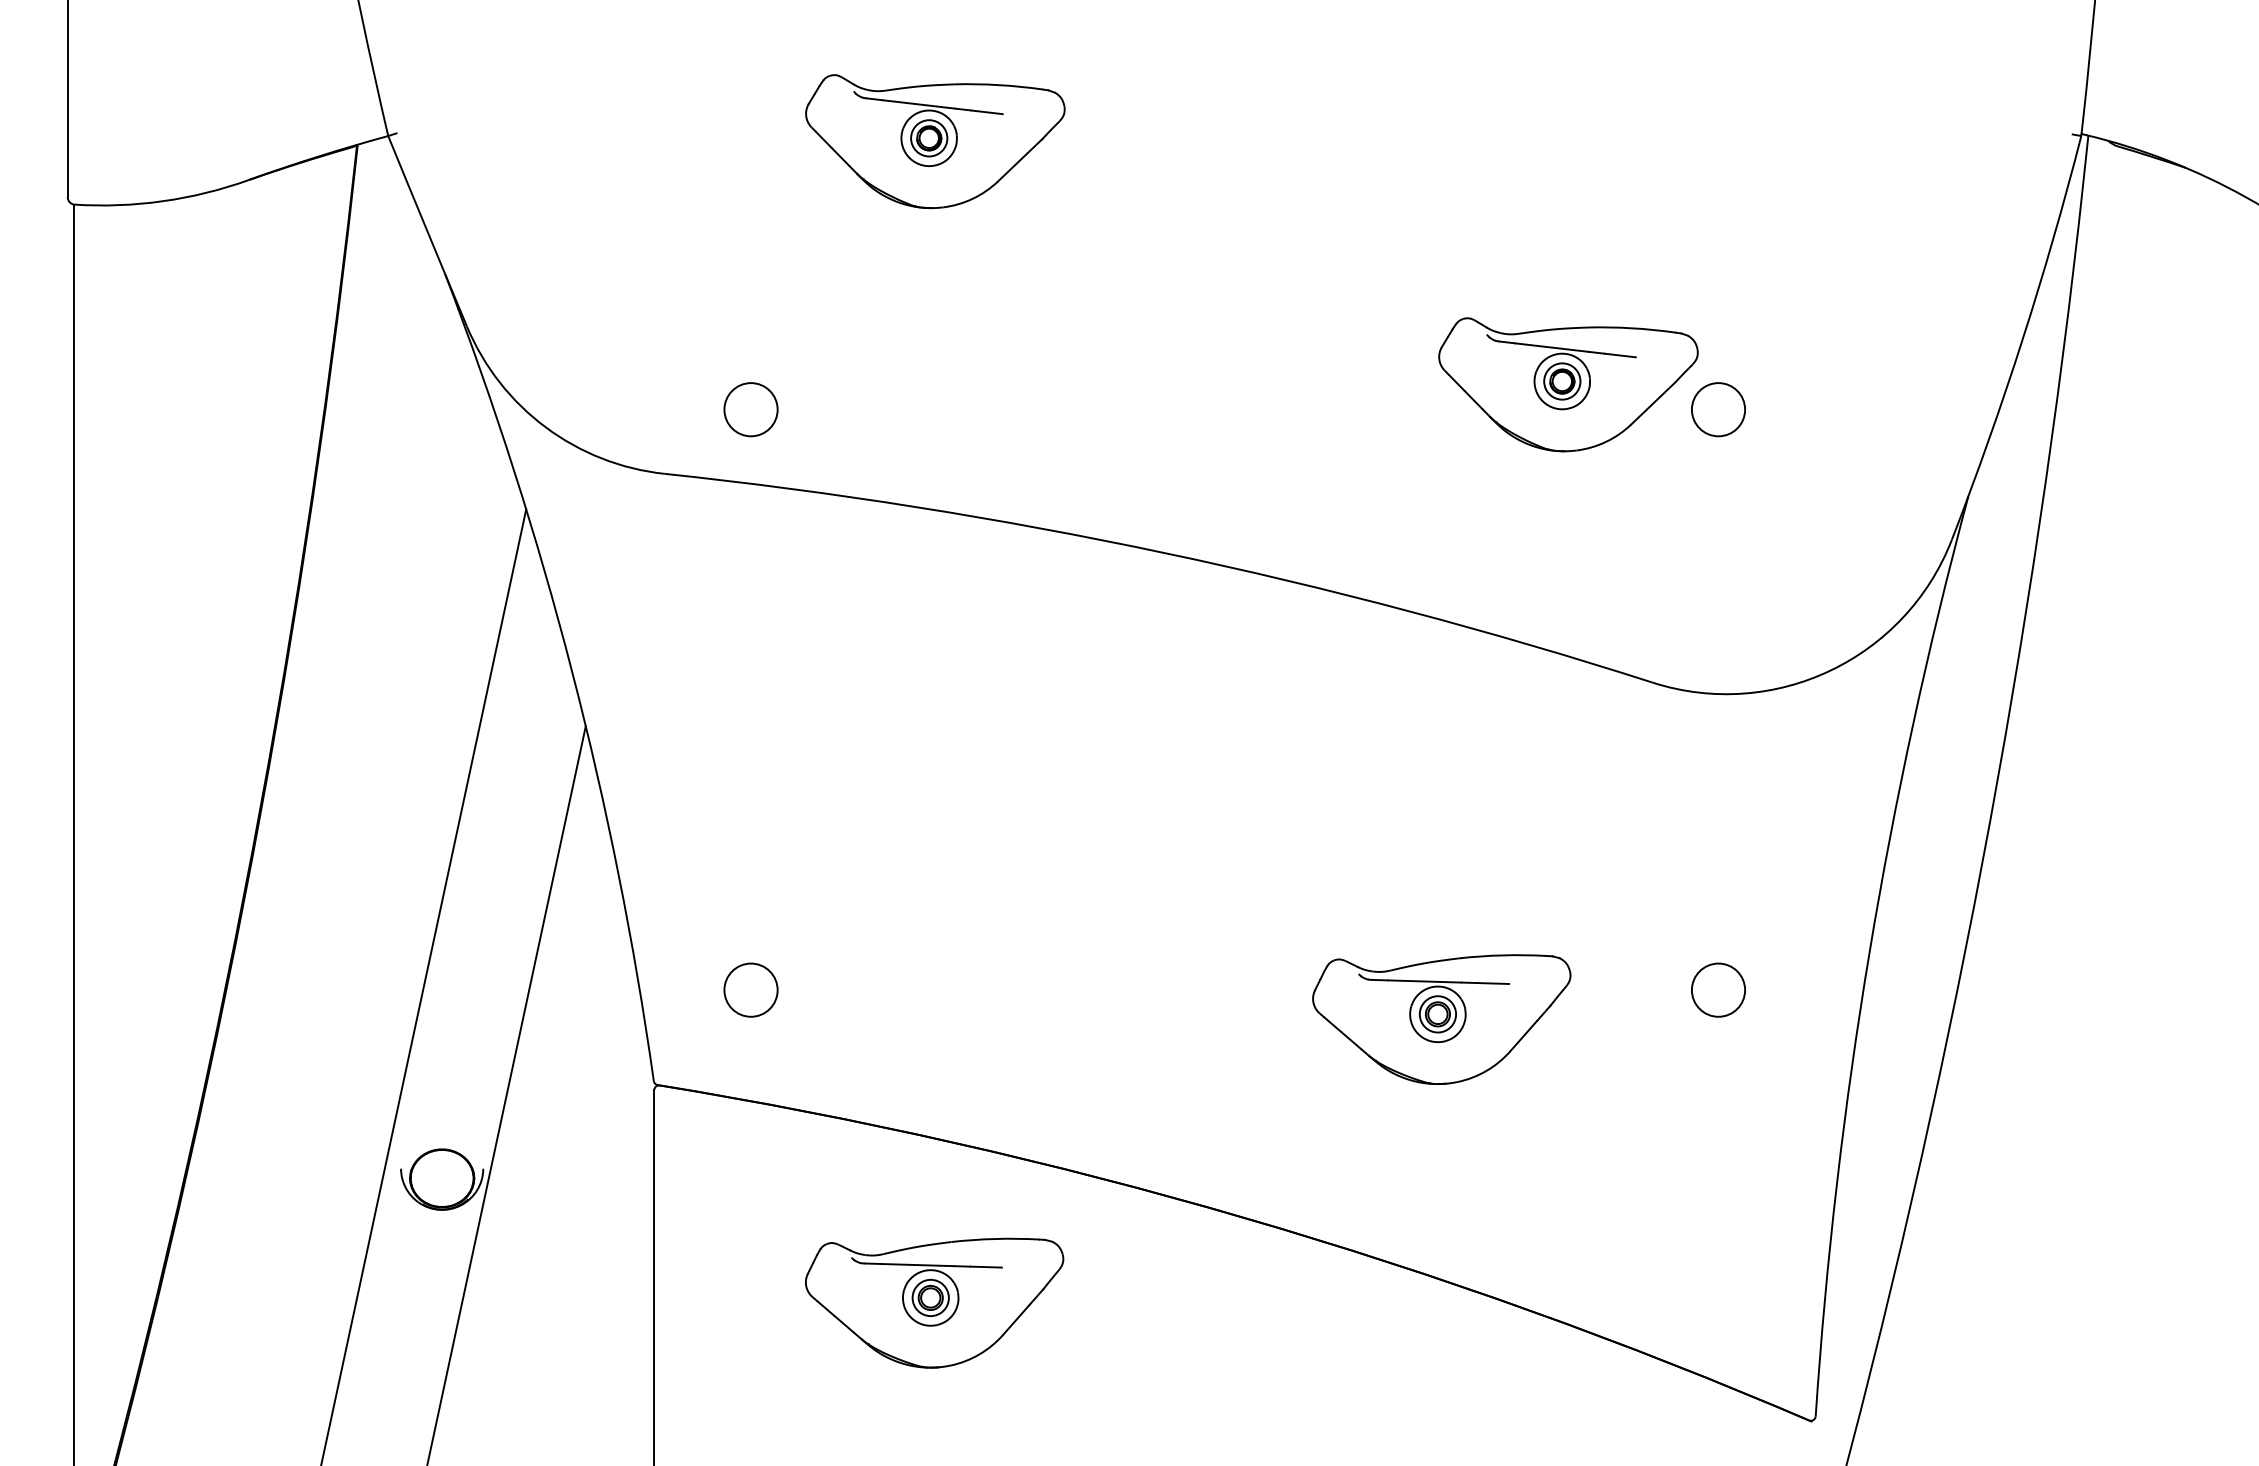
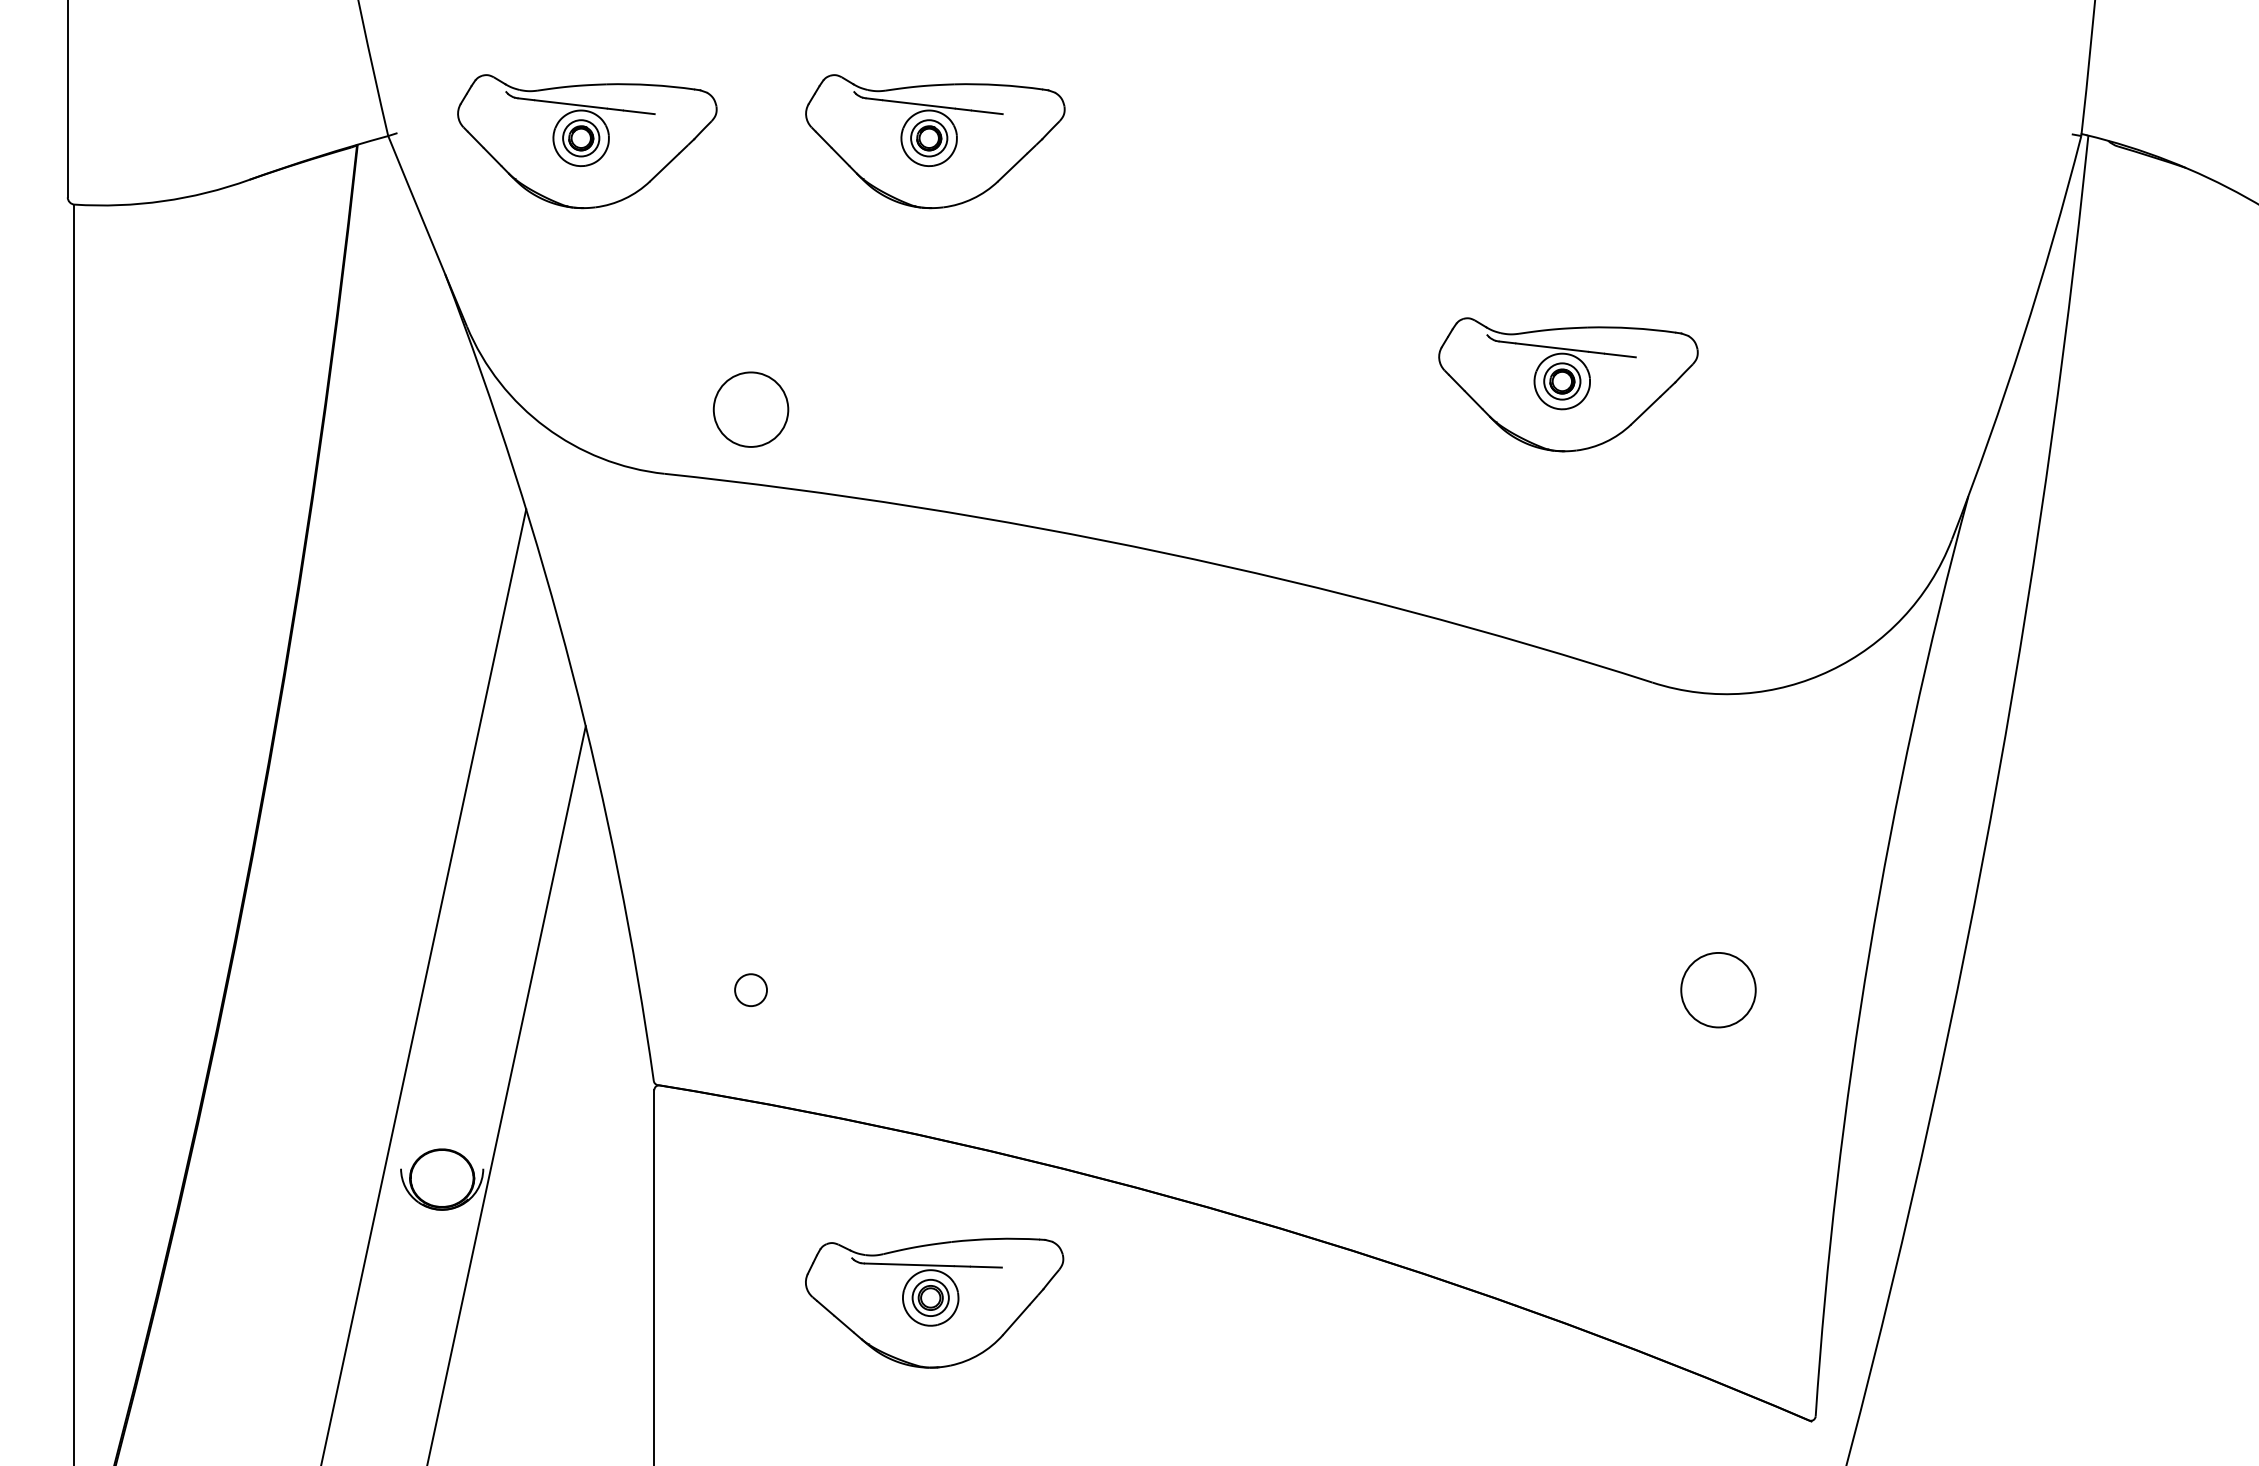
part at (587, 141): none -> present
circle at (750, 409) diameter: 53 px -> 74 px
circle at (1718, 409): present -> none
circle at (750, 989) diameter: 53 px -> 32 px
circle at (1718, 989) diameter: 53 px -> 74 px
part at (1441, 1019): present -> none
